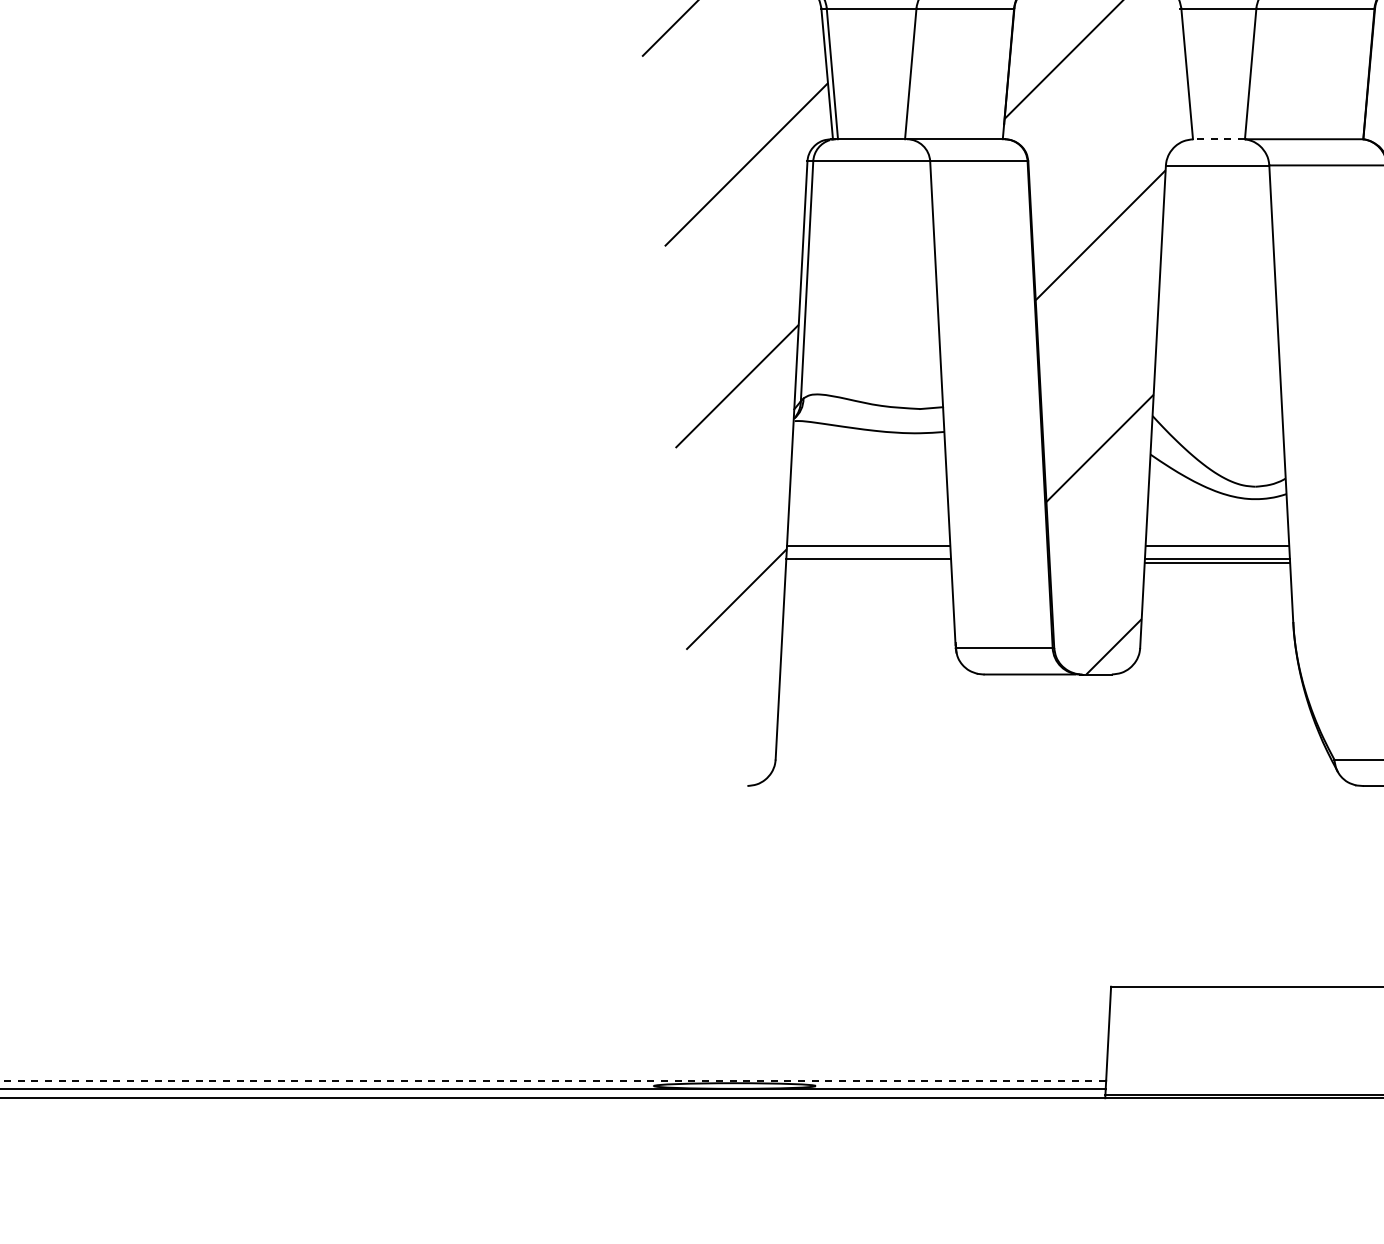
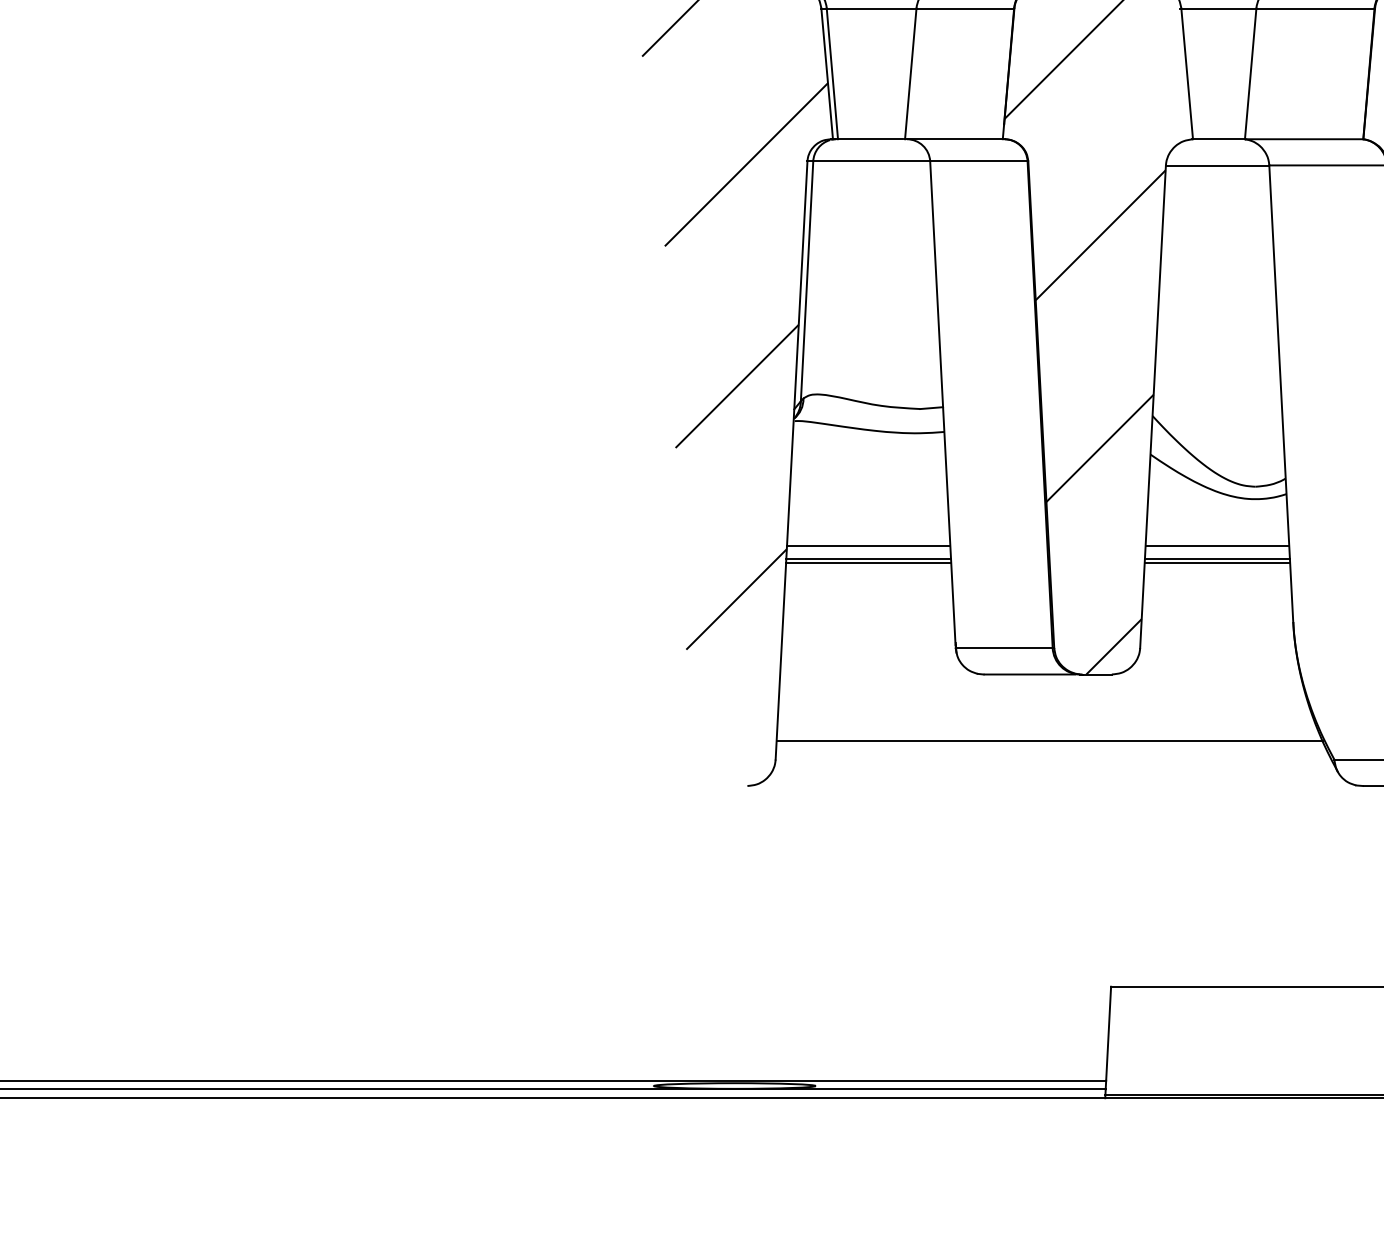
line at (1218, 139): dashed -> solid
line at (868, 562): none -> present
line at (1049, 741): none -> present
line at (553, 1080): dashed -> solid
